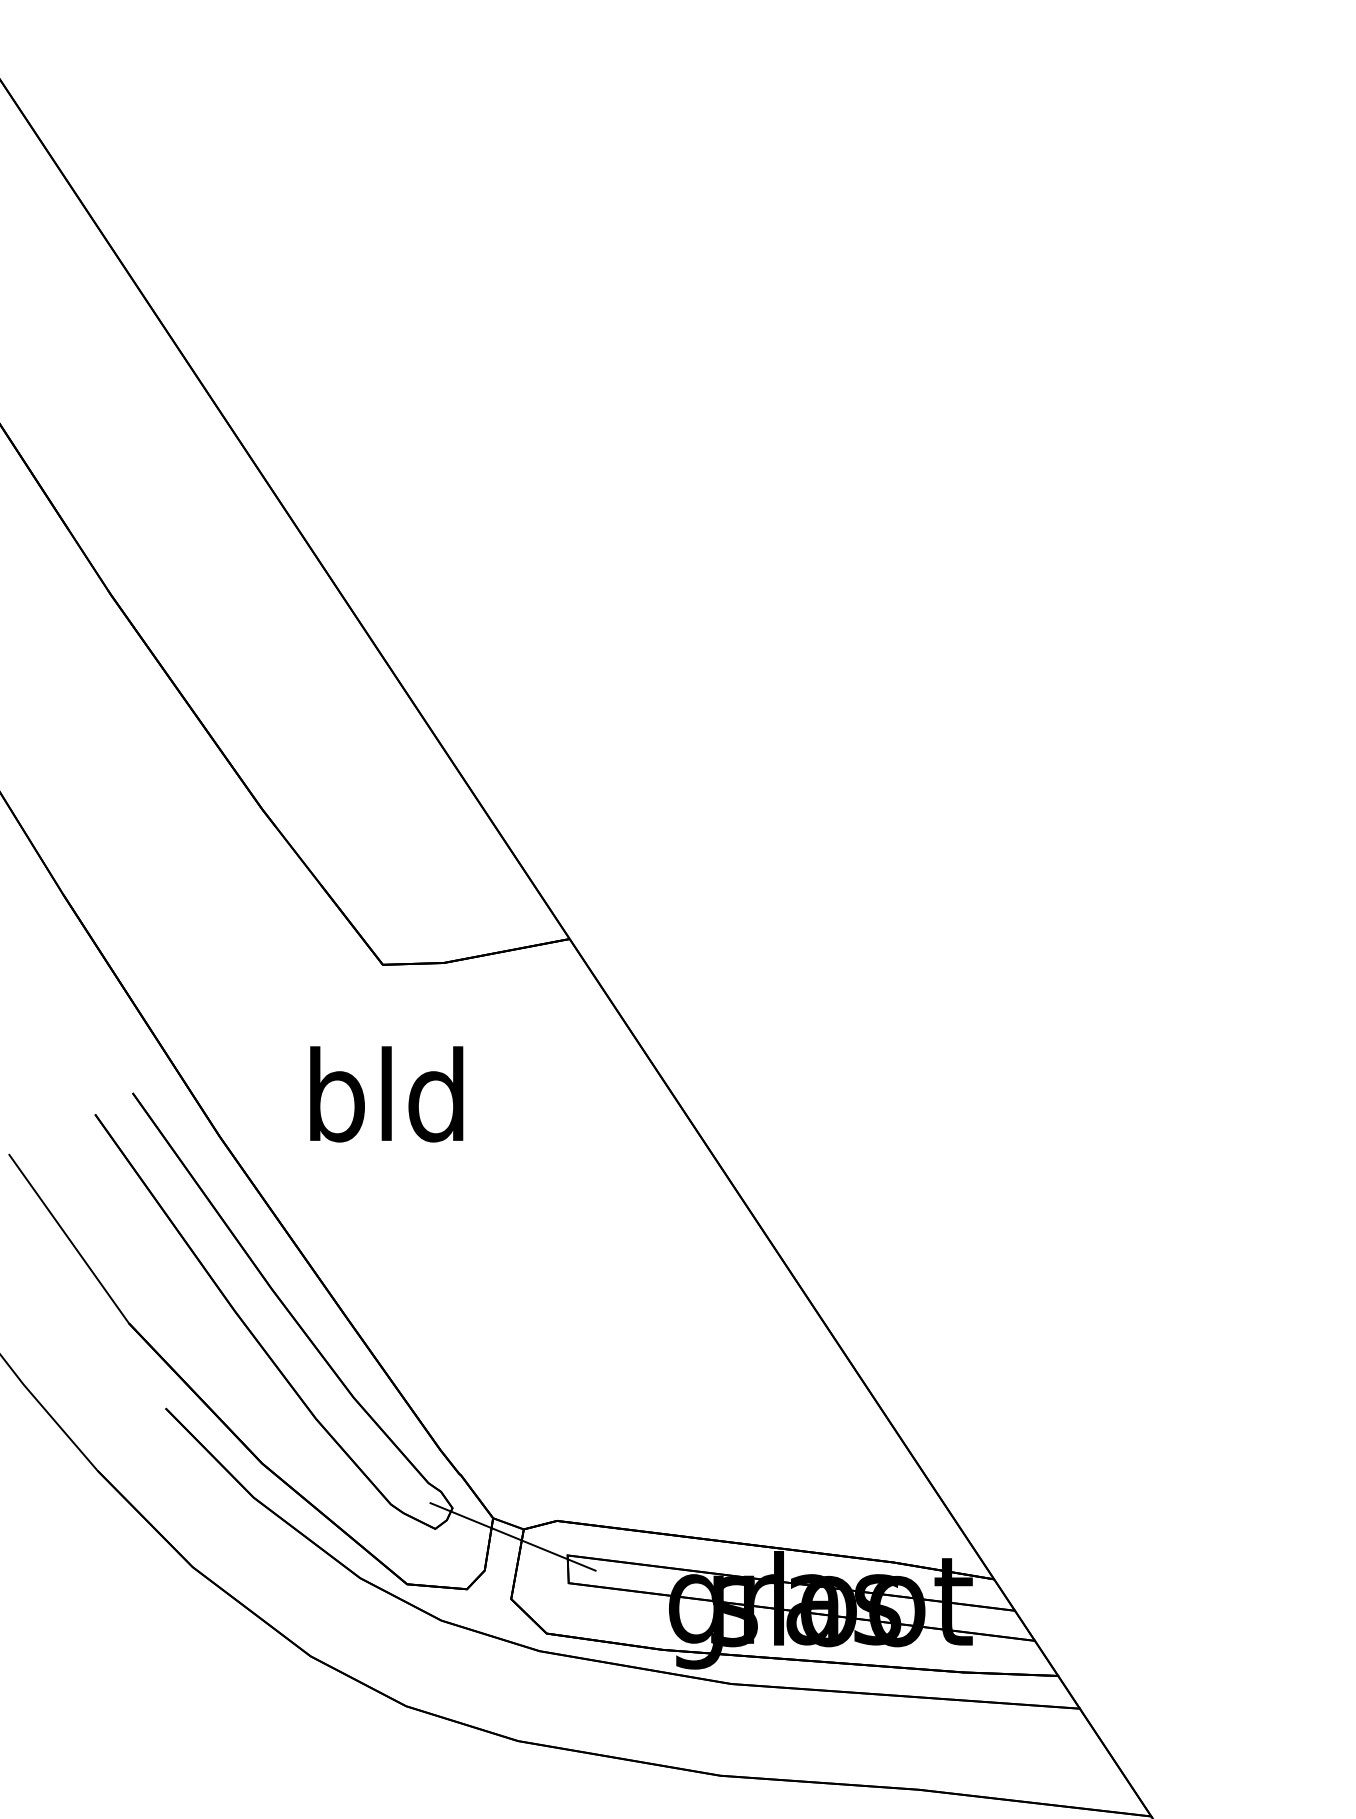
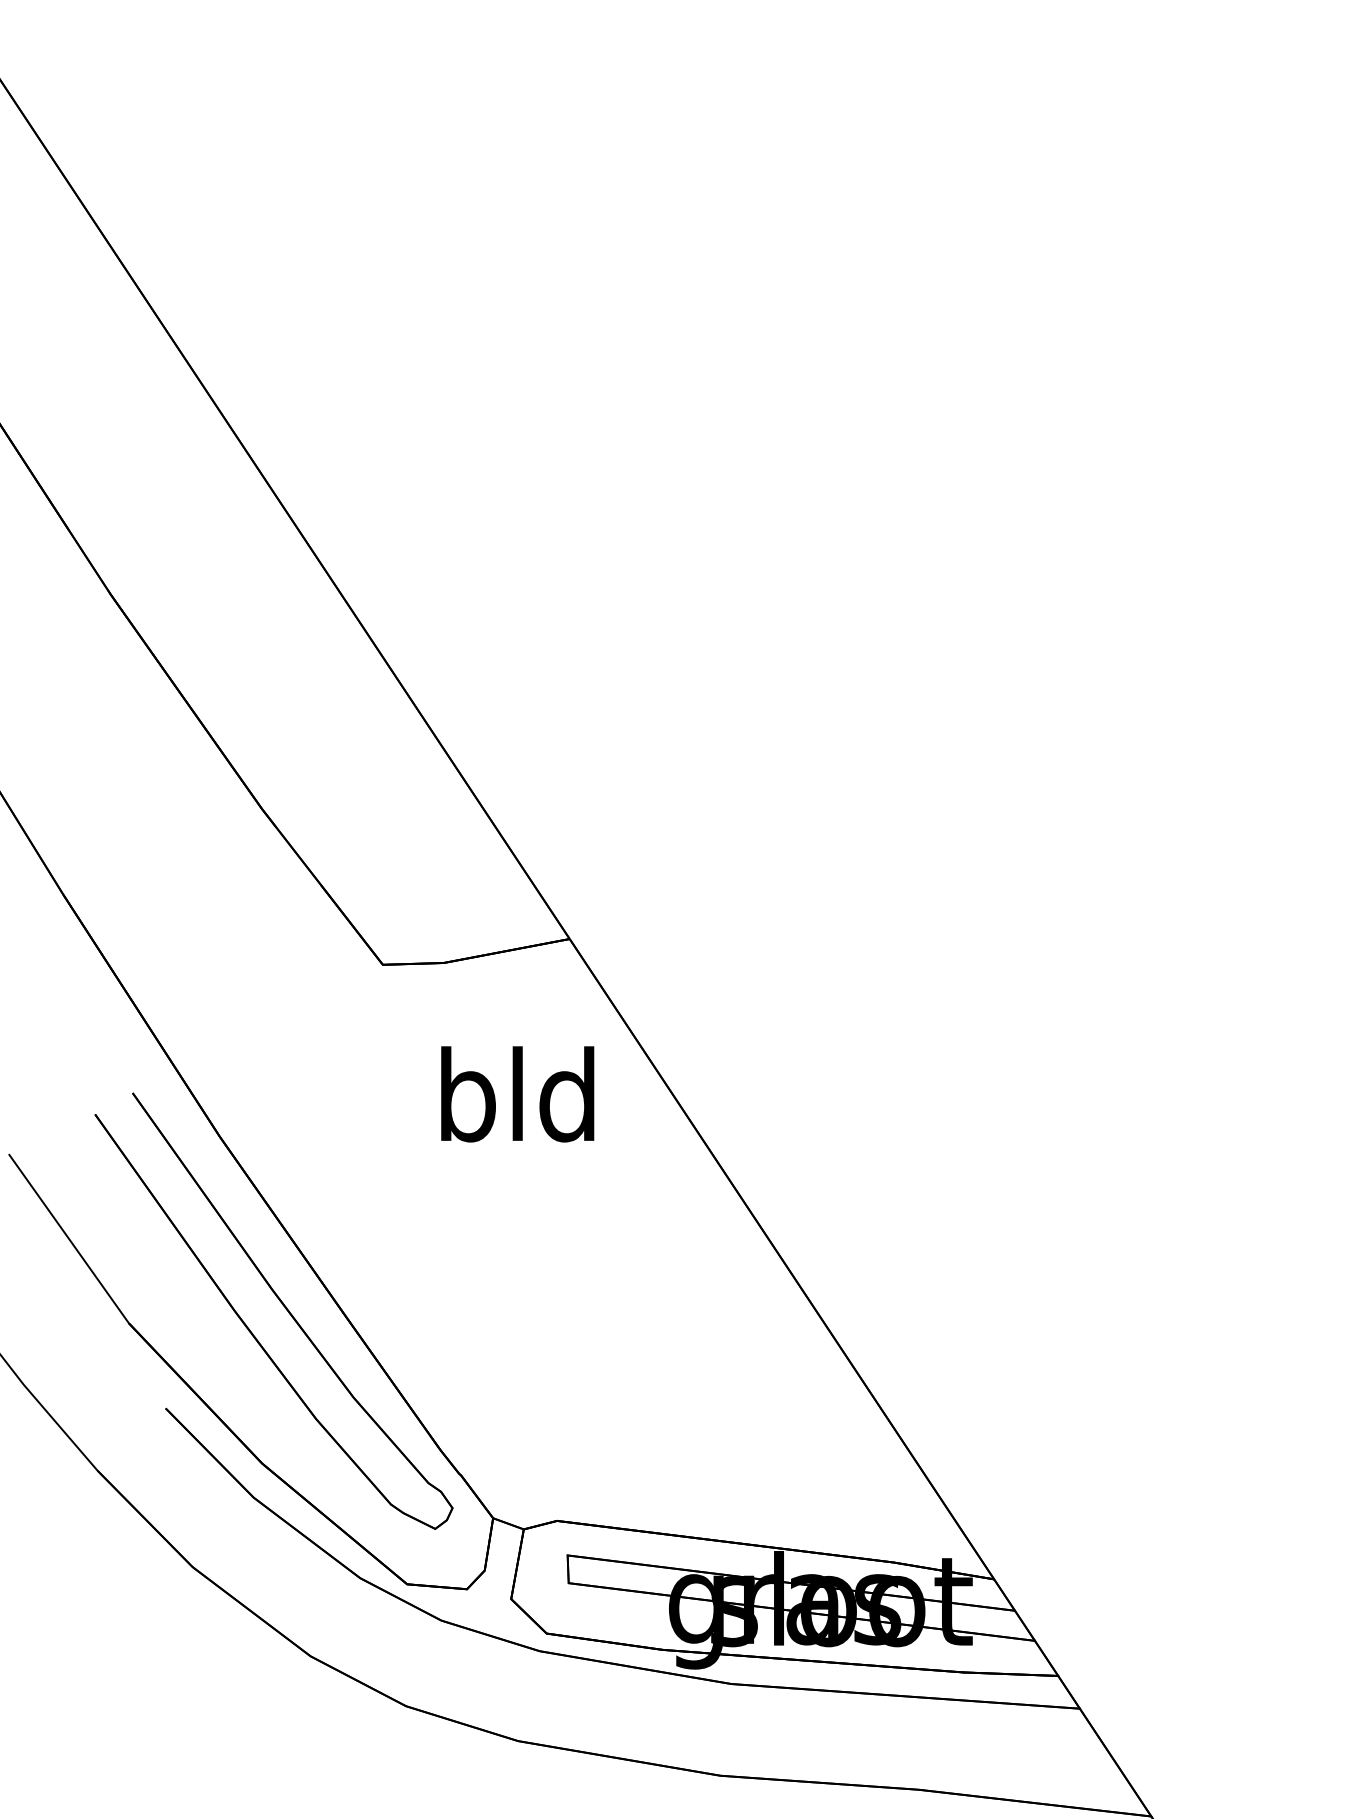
text at (386, 1094) position: (386, 1094) -> (517, 1094)
line at (512, 1536): present -> none
